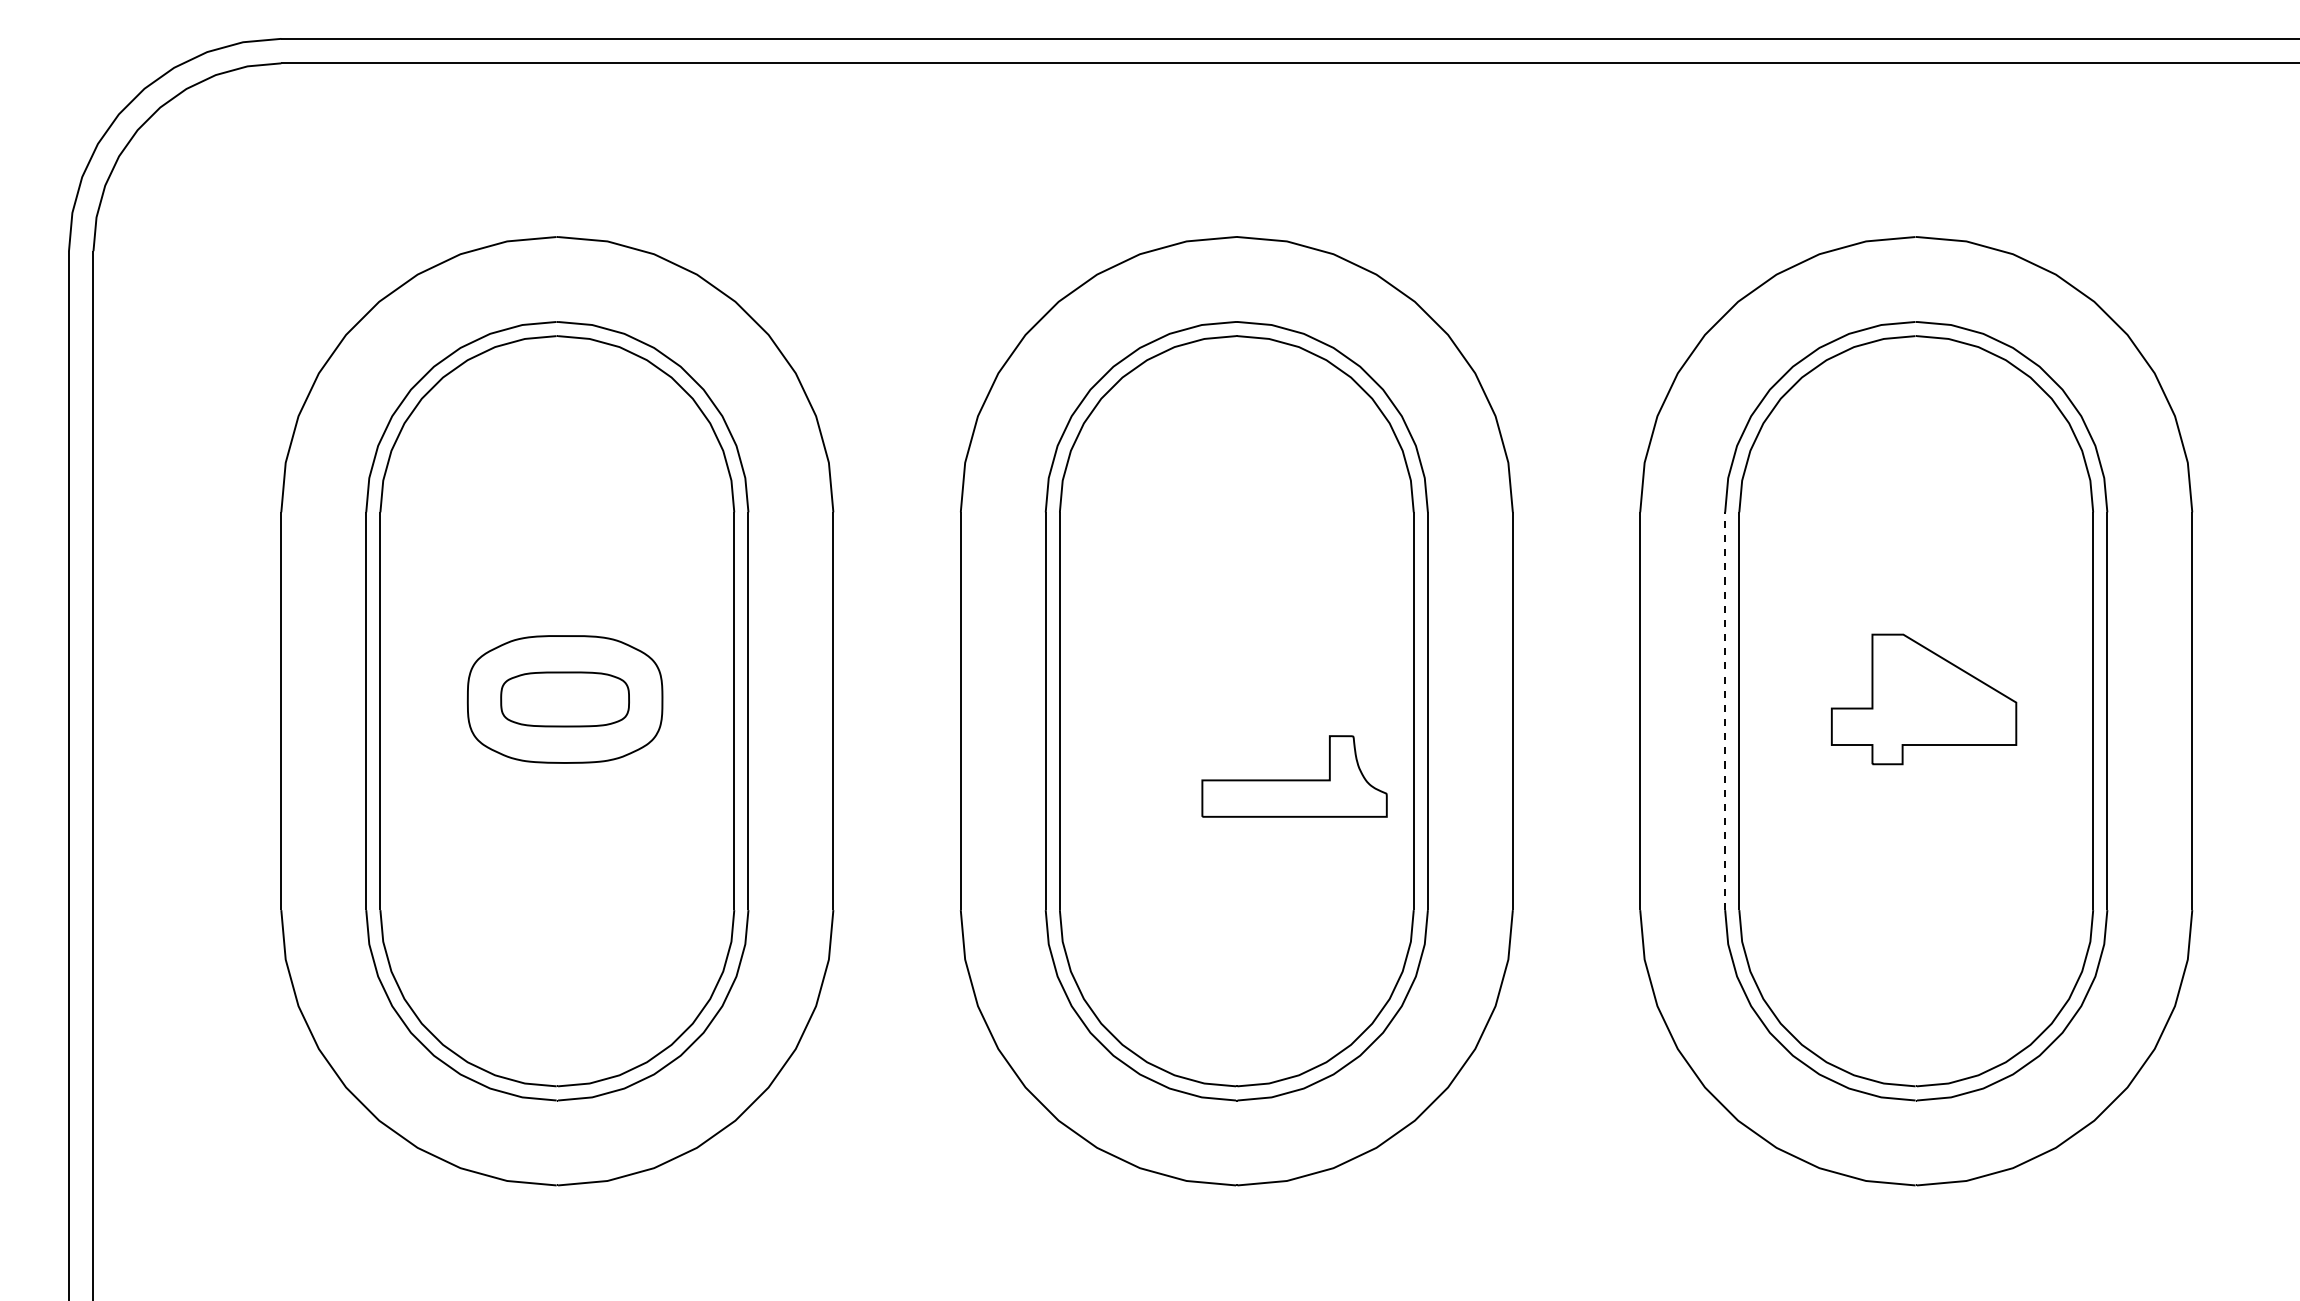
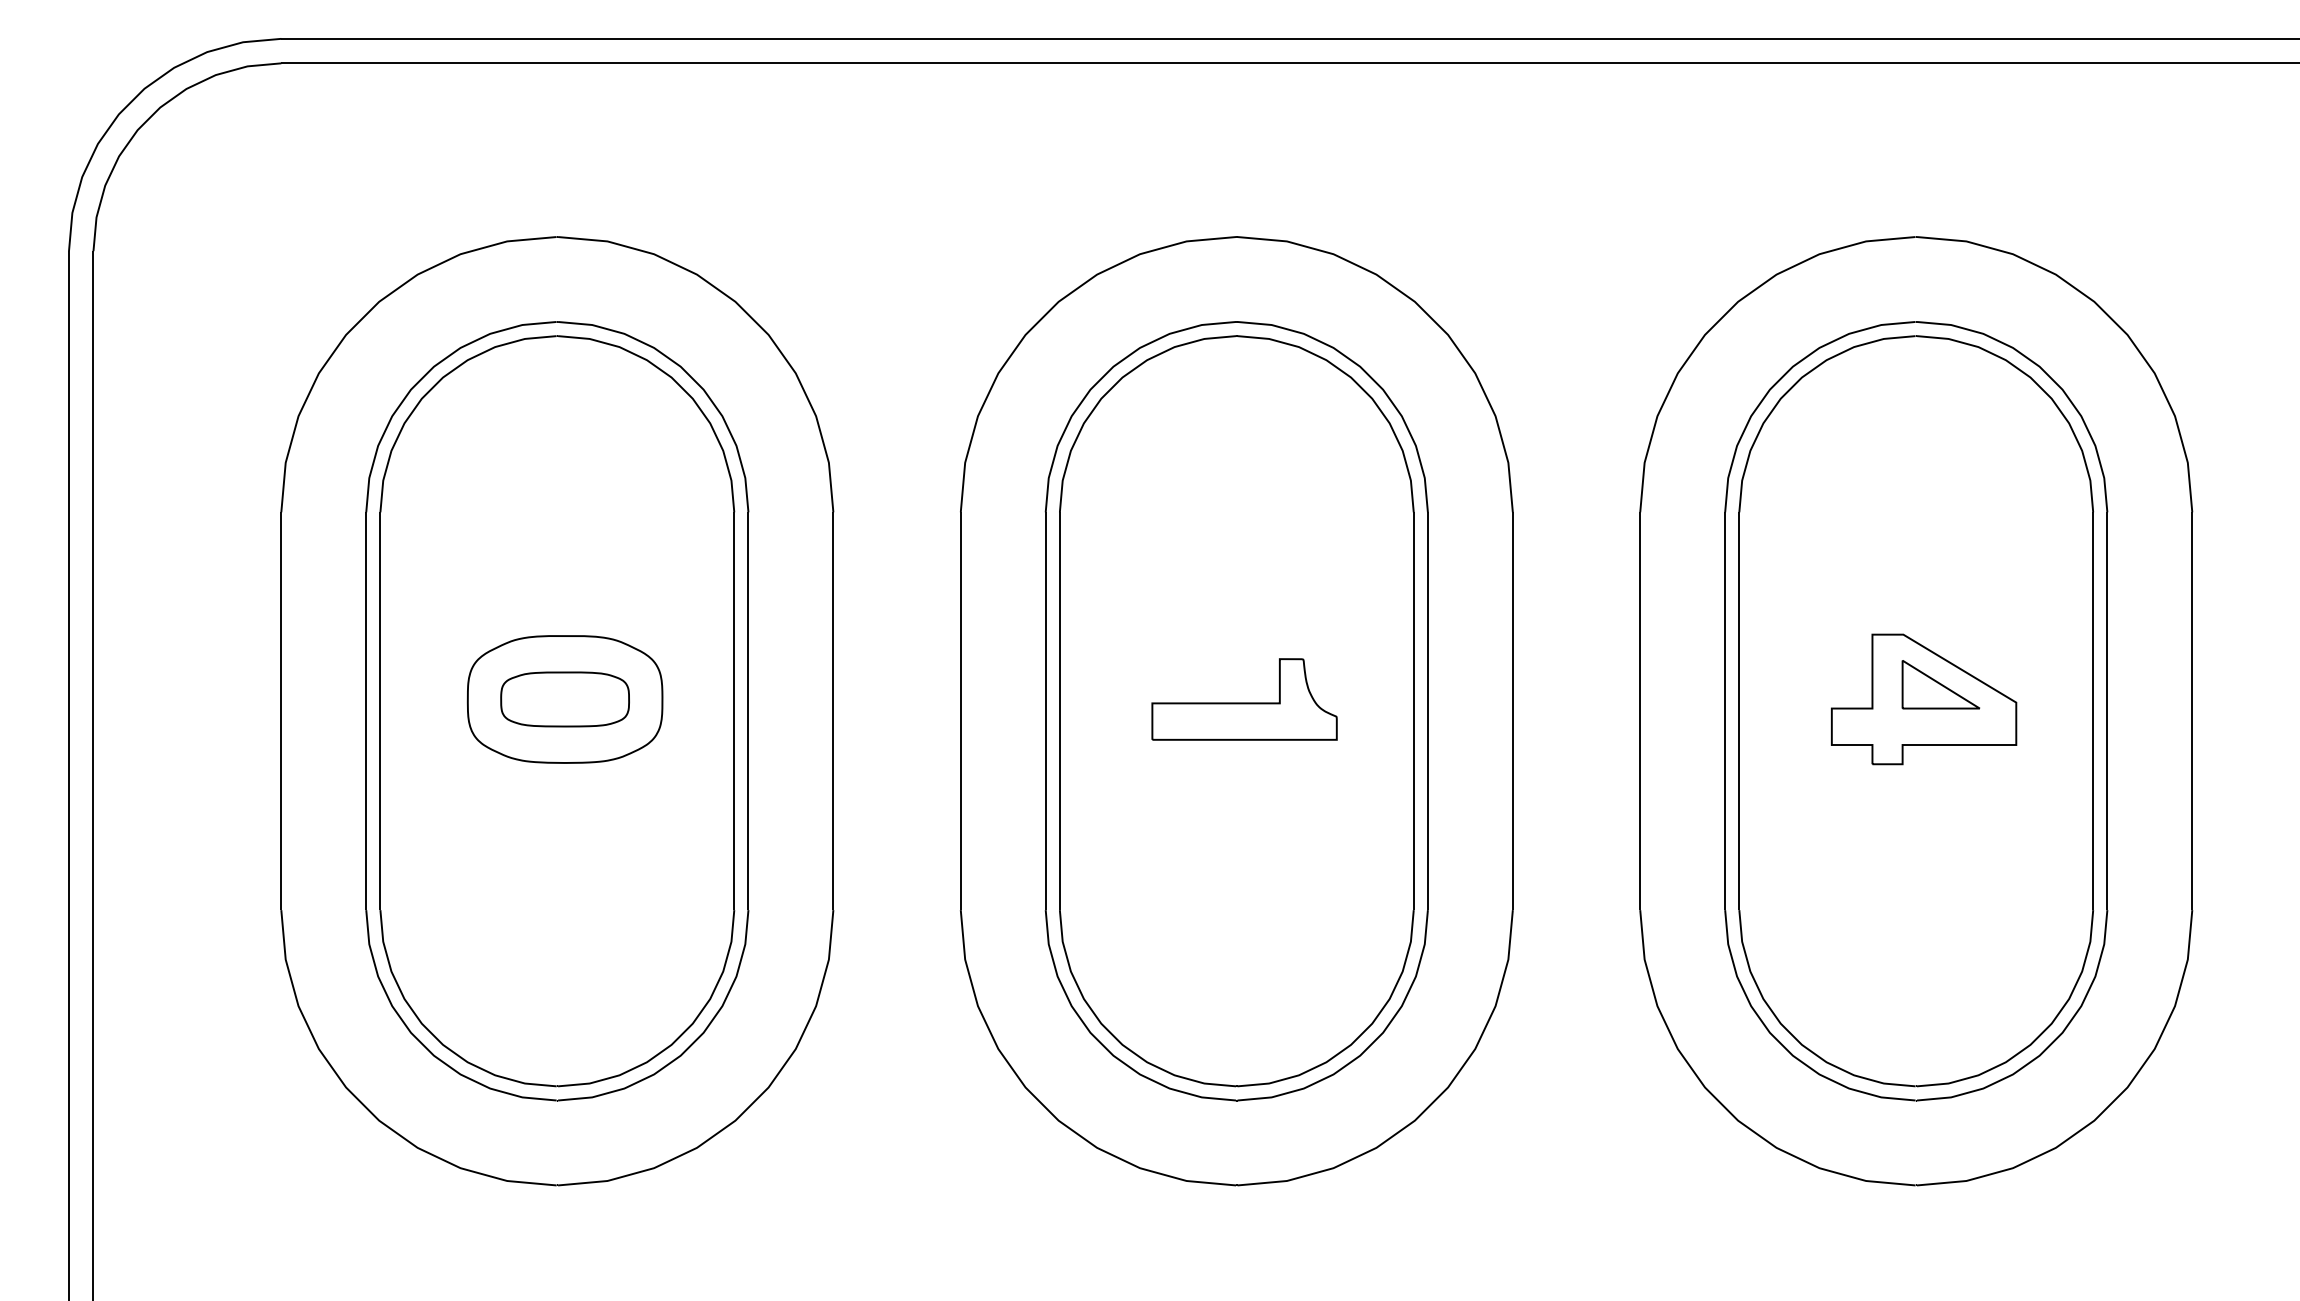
part at (1940, 684): none -> present
line at (1725, 711): dashed -> solid
part at (1294, 776) position: (1294, 776) -> (1244, 699)
